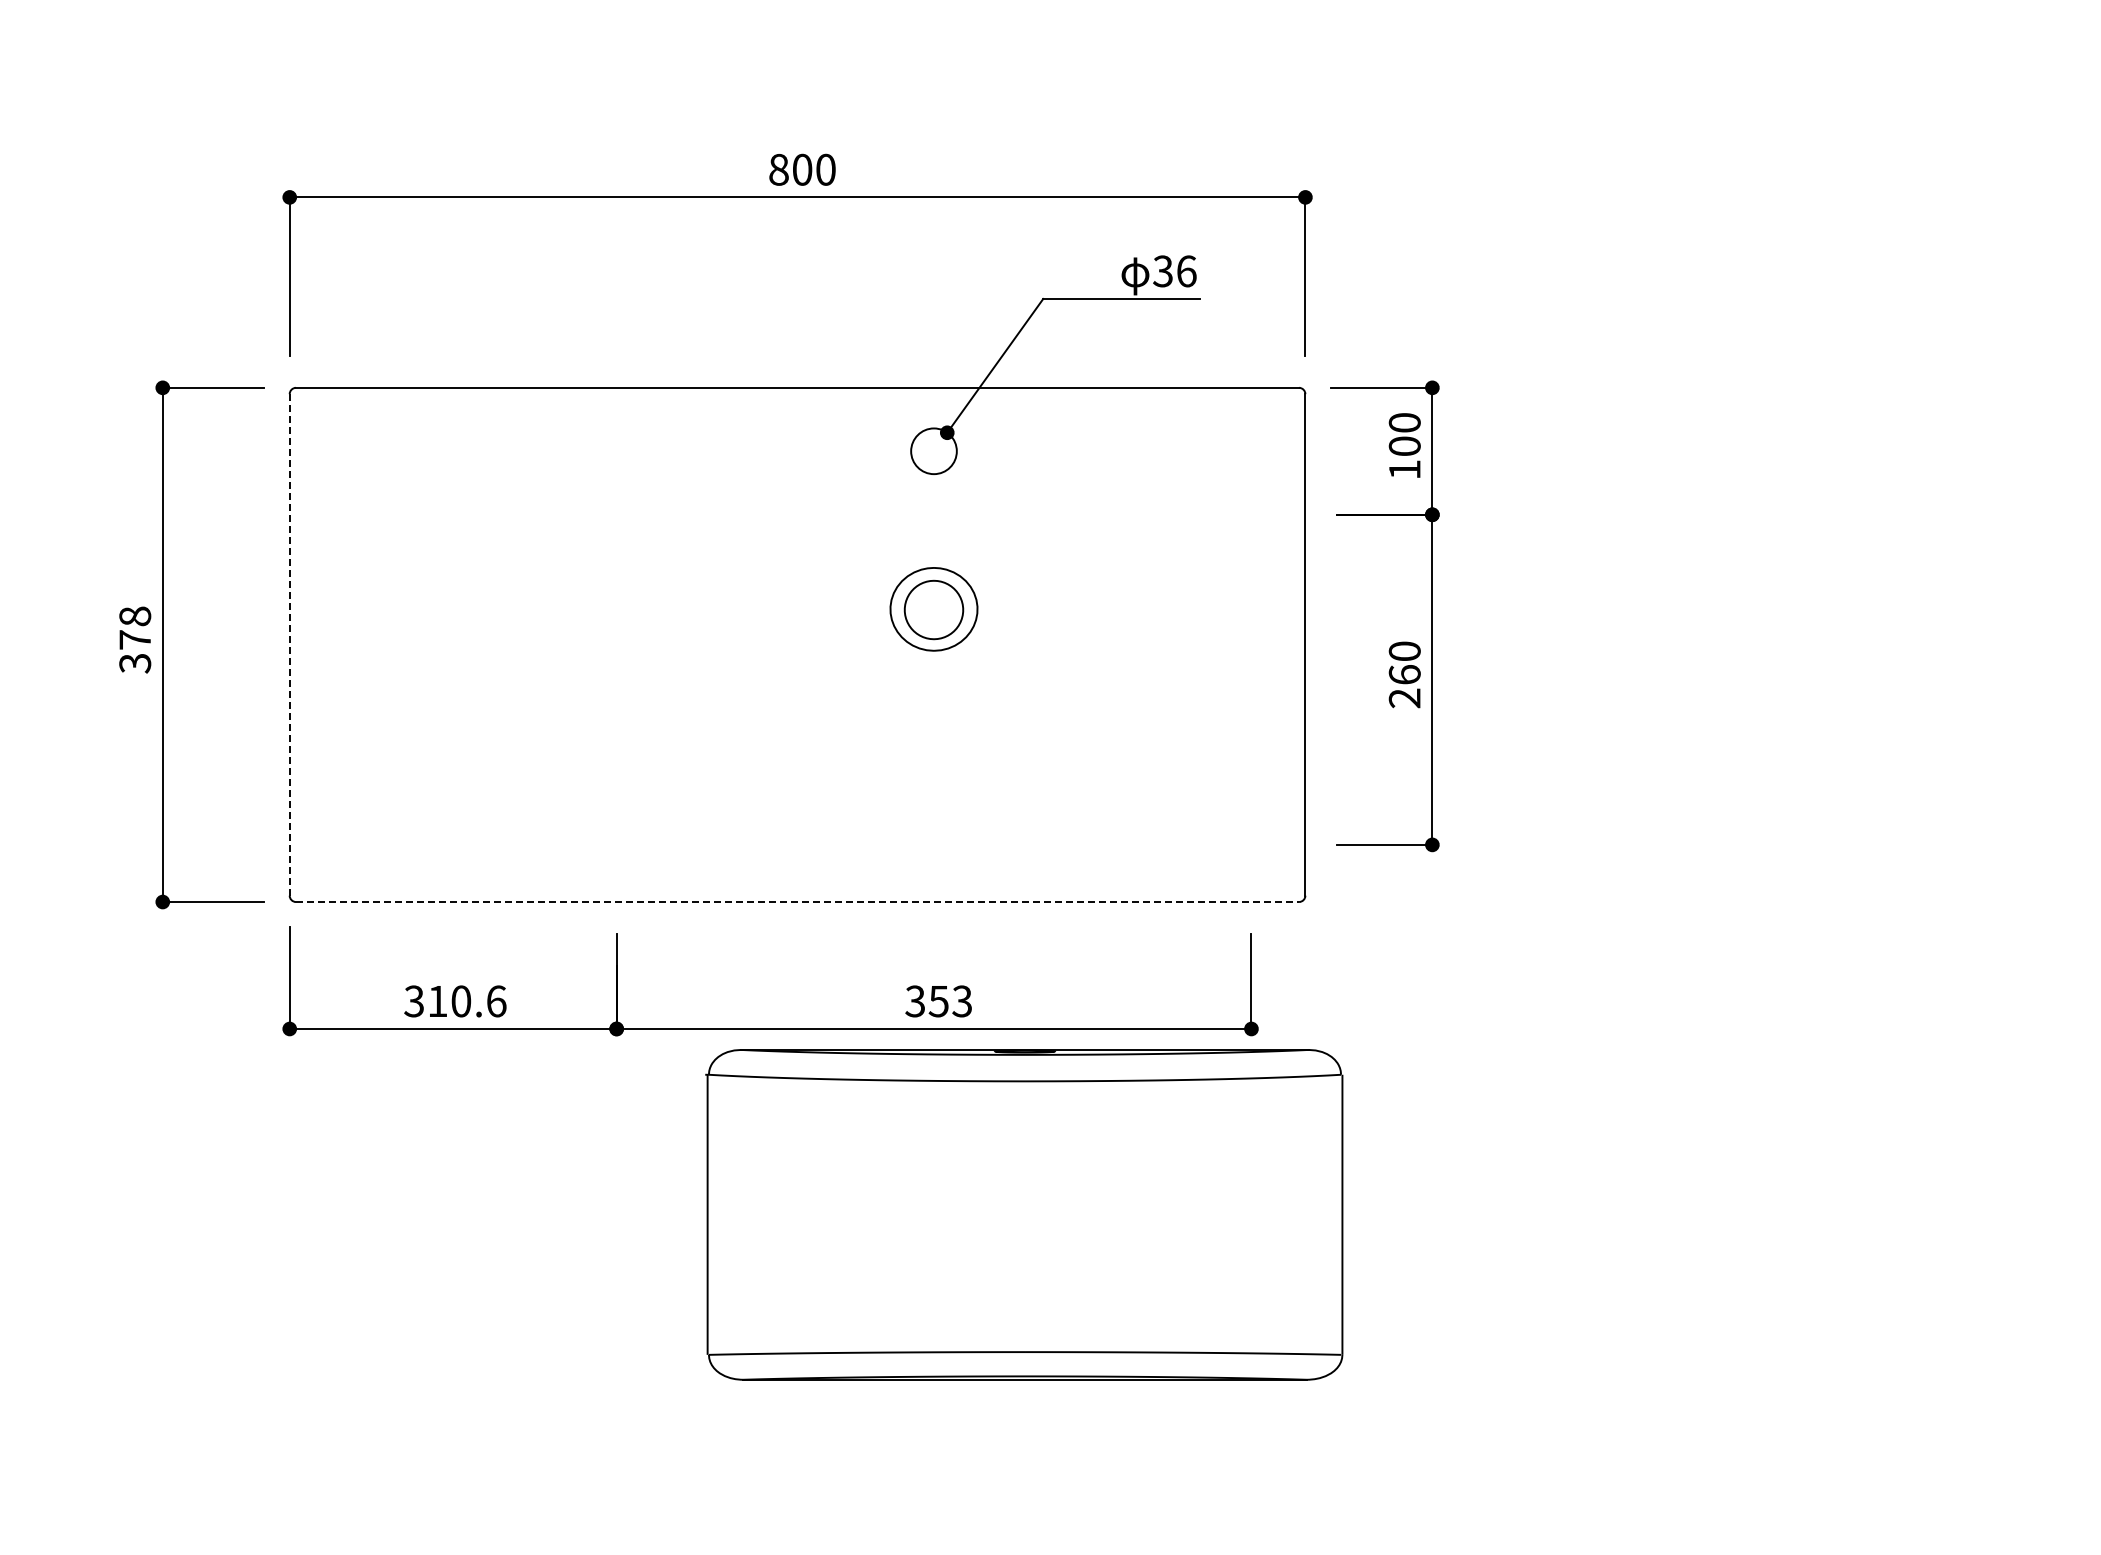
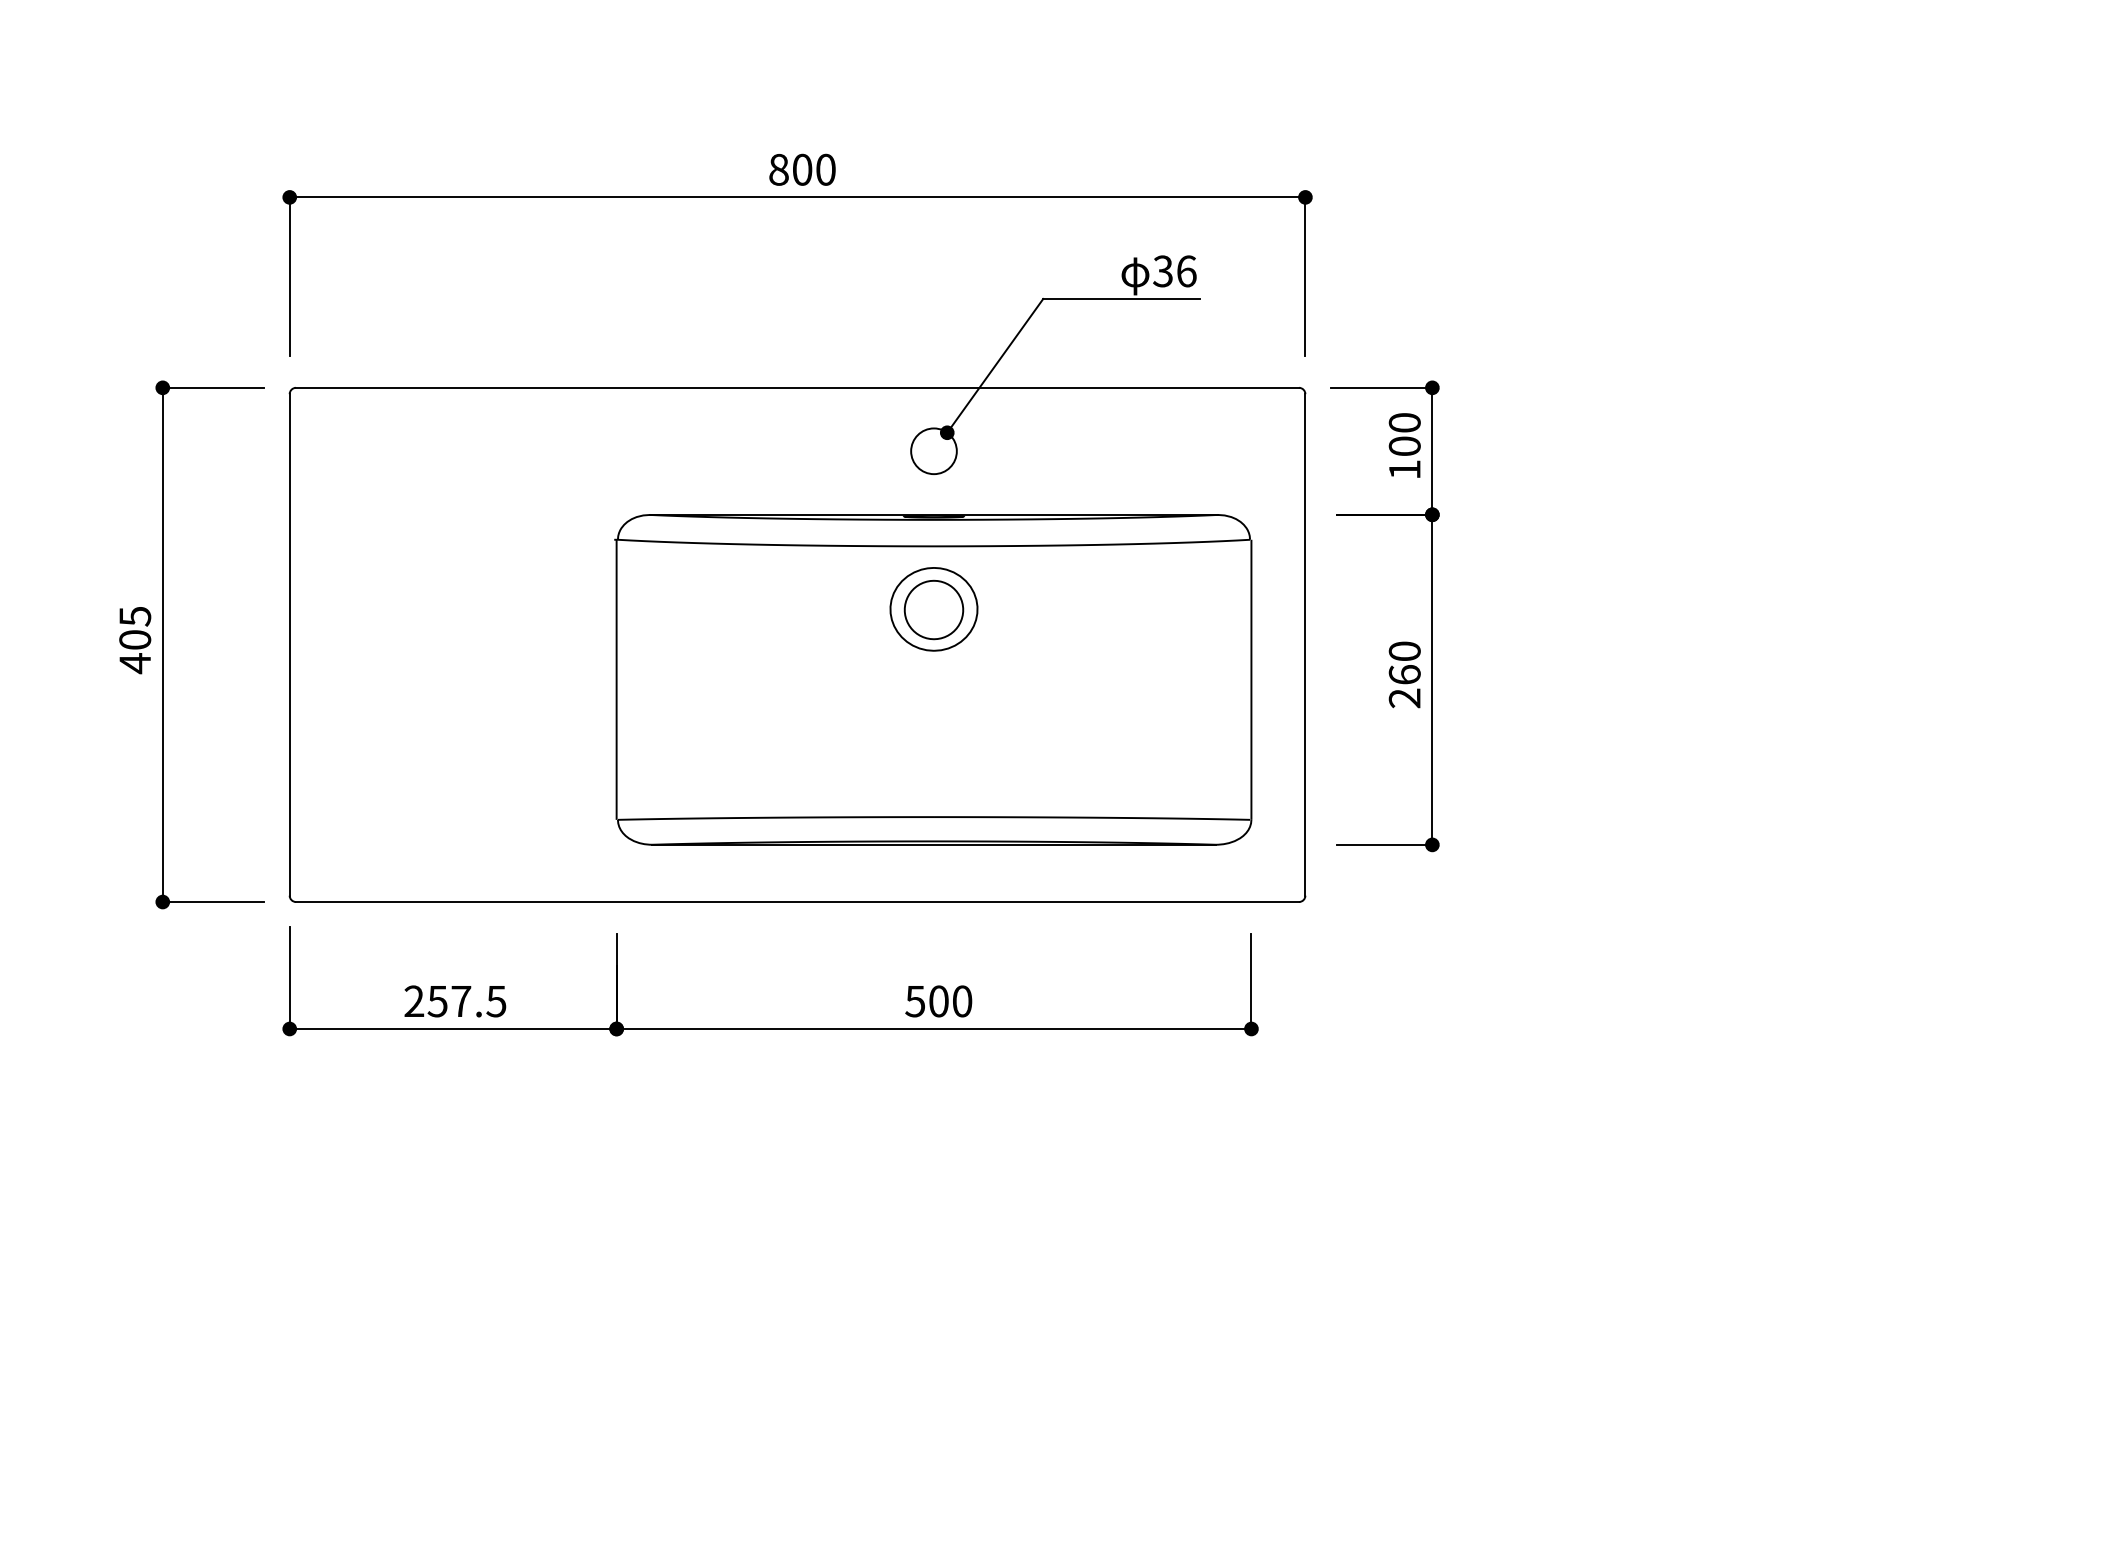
text at (135, 640): 378 -> 405
line at (289, 644): dashed -> solid
line at (798, 902): dashed -> solid
text at (455, 1001): 310.6 -> 257.5
text at (938, 1001): 353 -> 500
part at (1024, 1214) position: (1024, 1214) -> (933, 679)
